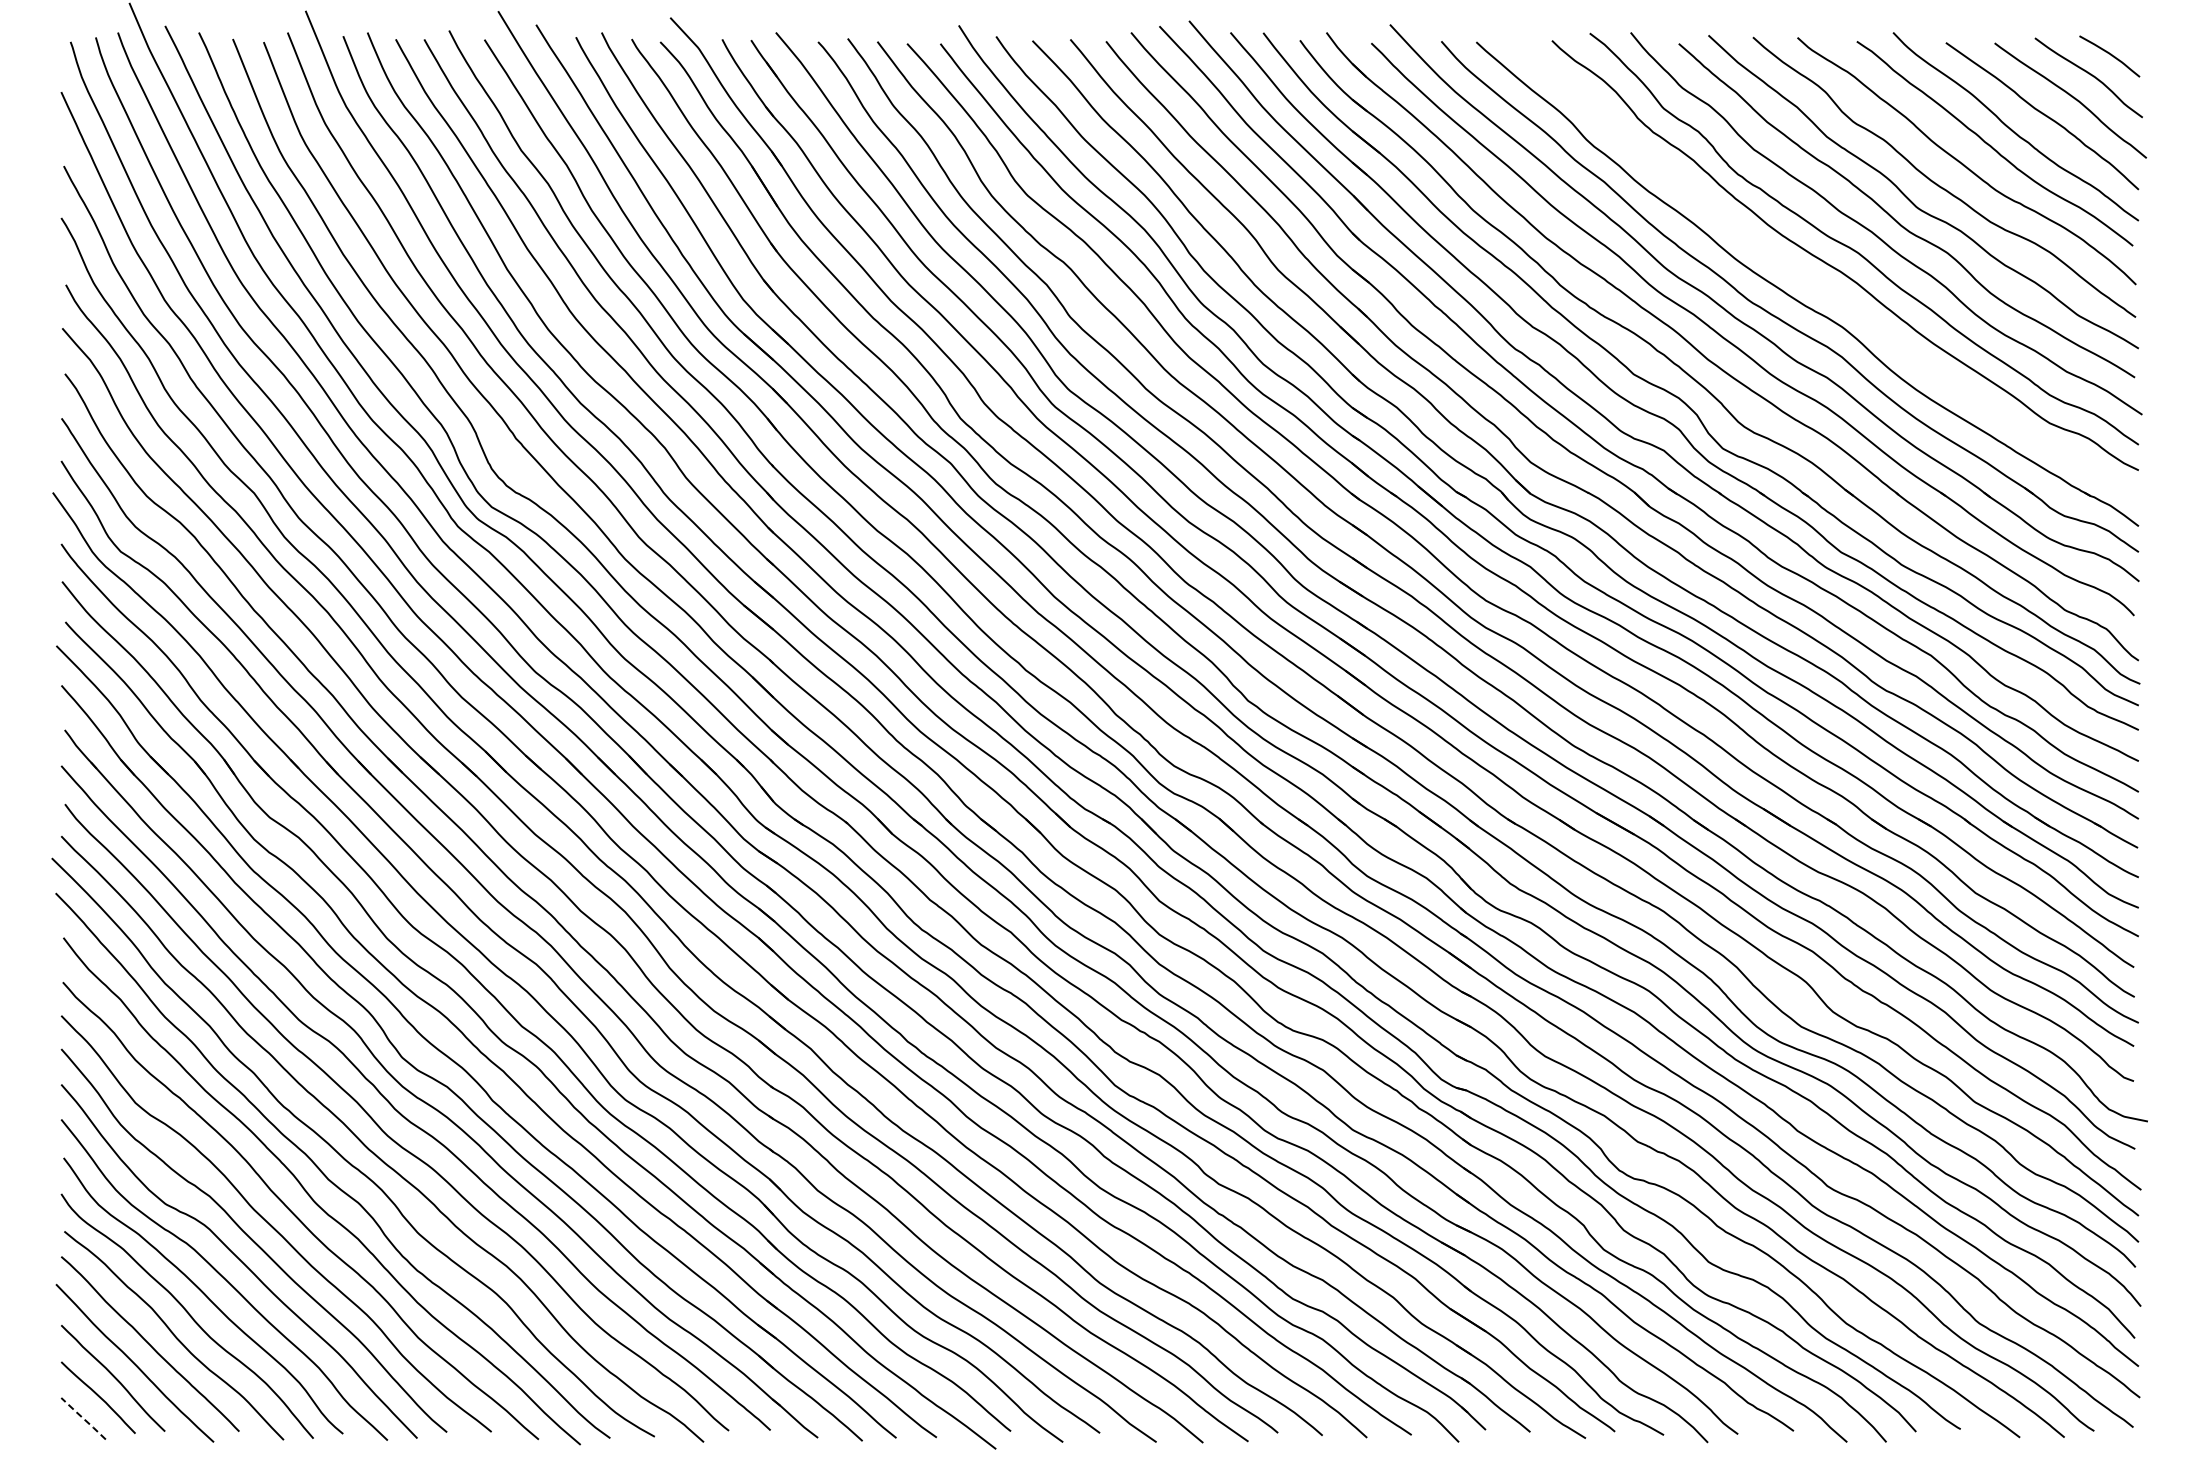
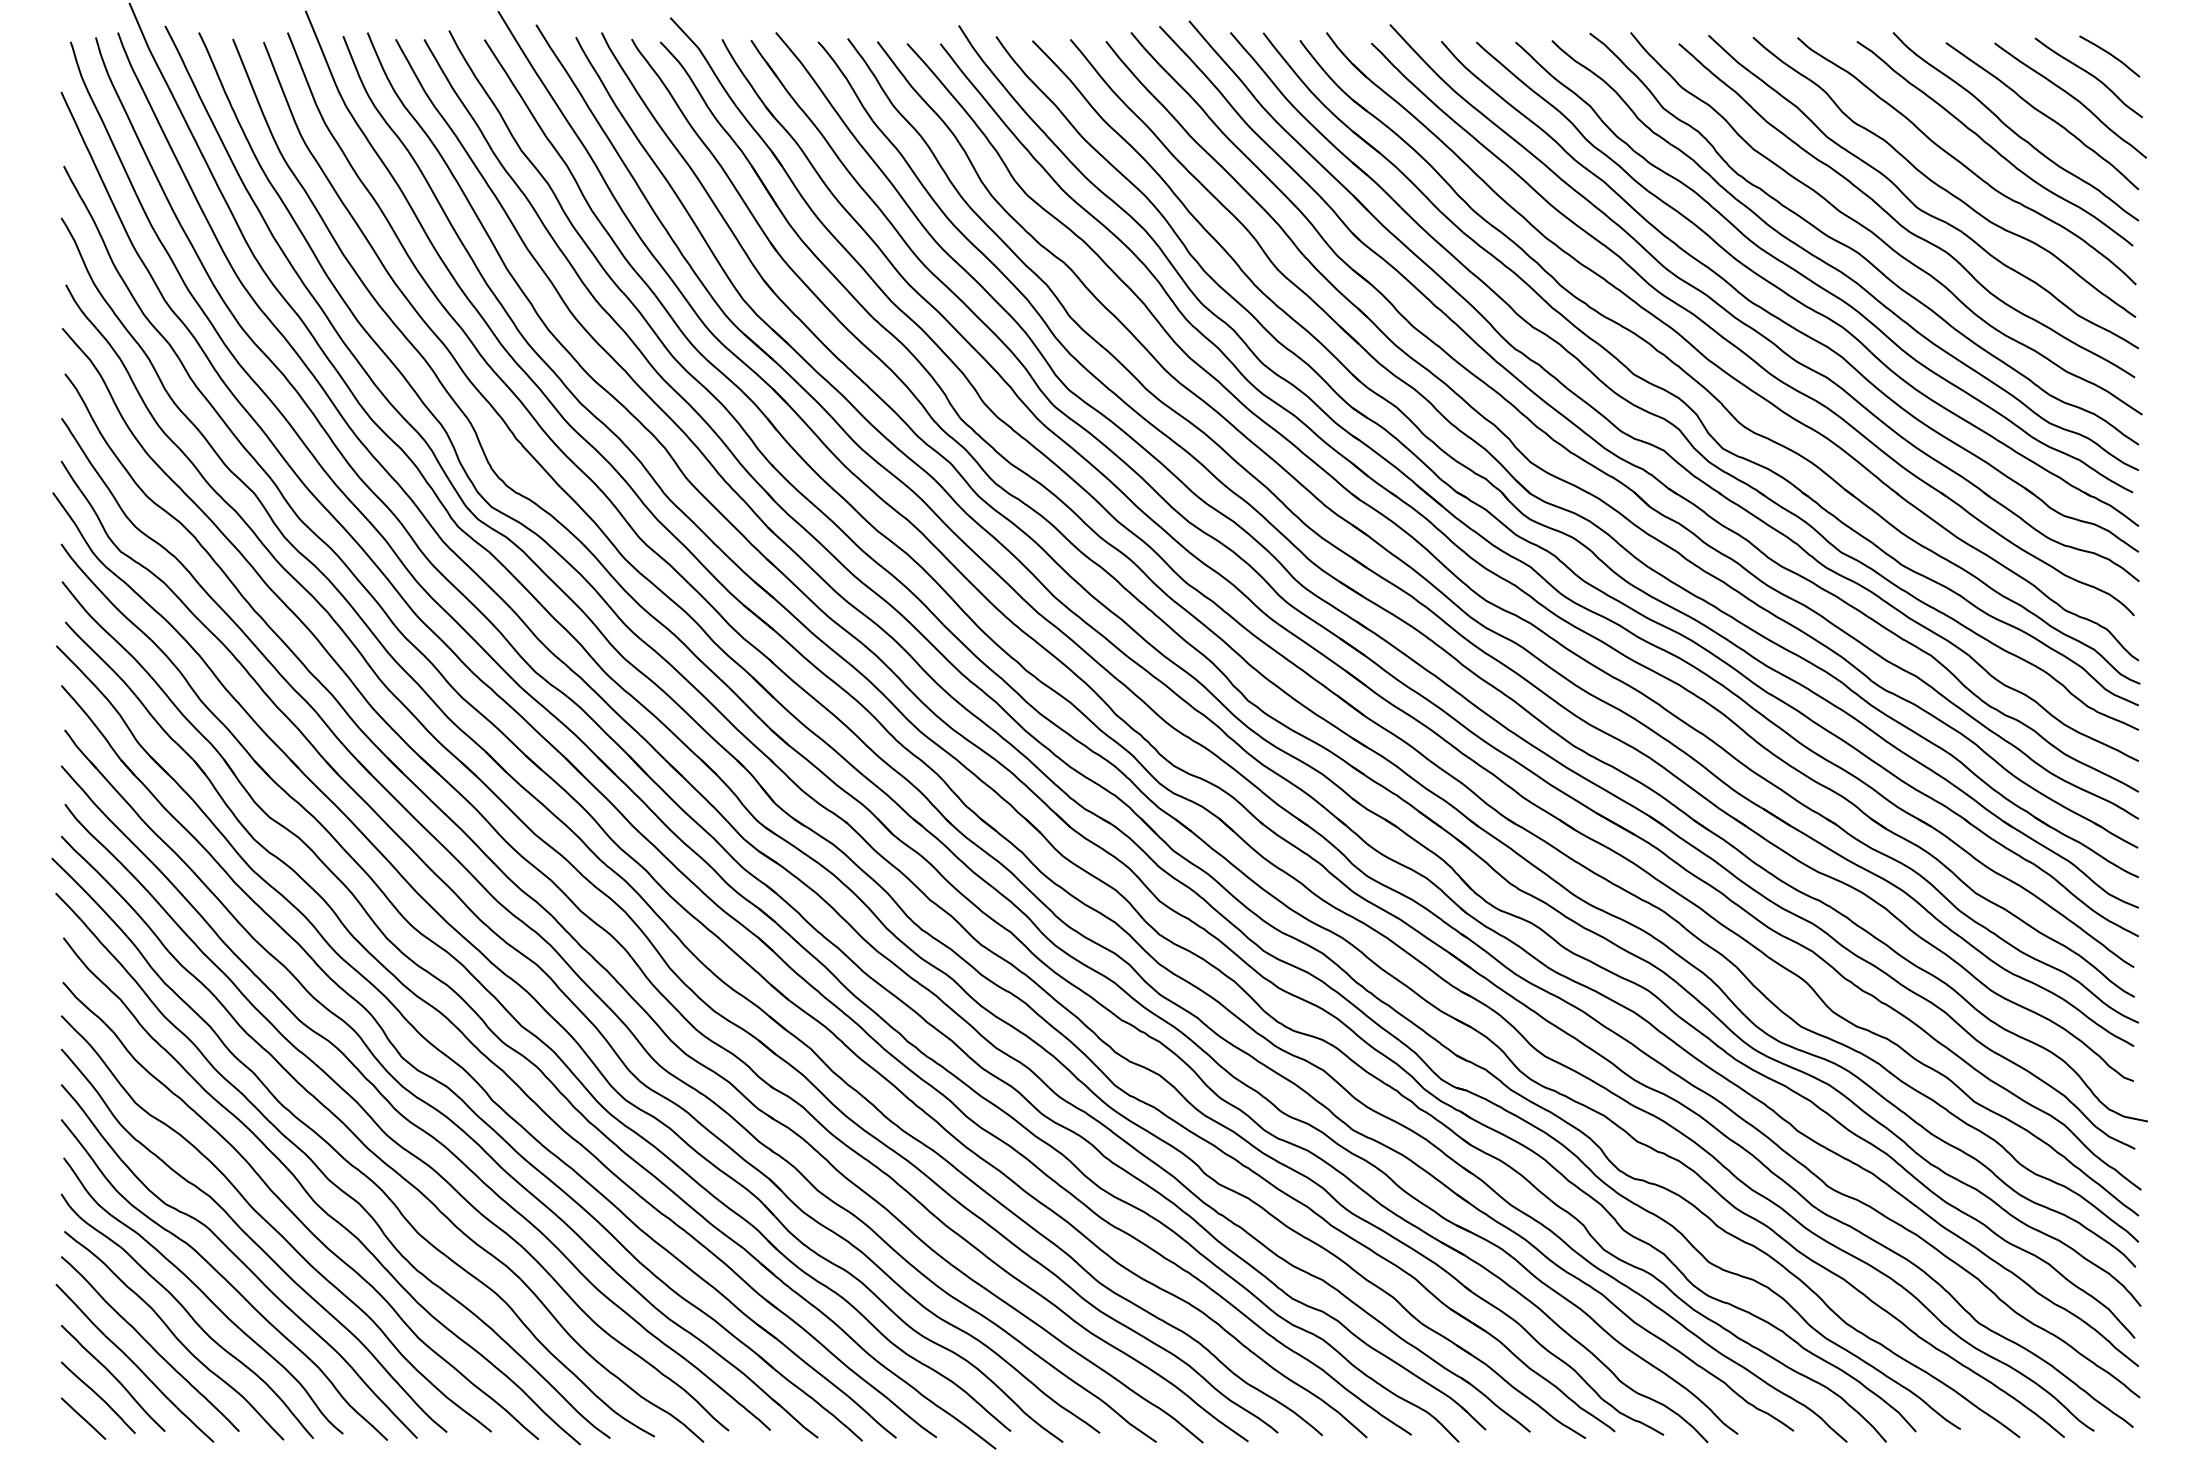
curve at (1815, 282): none -> present
line at (83, 1418): dashed -> solid
